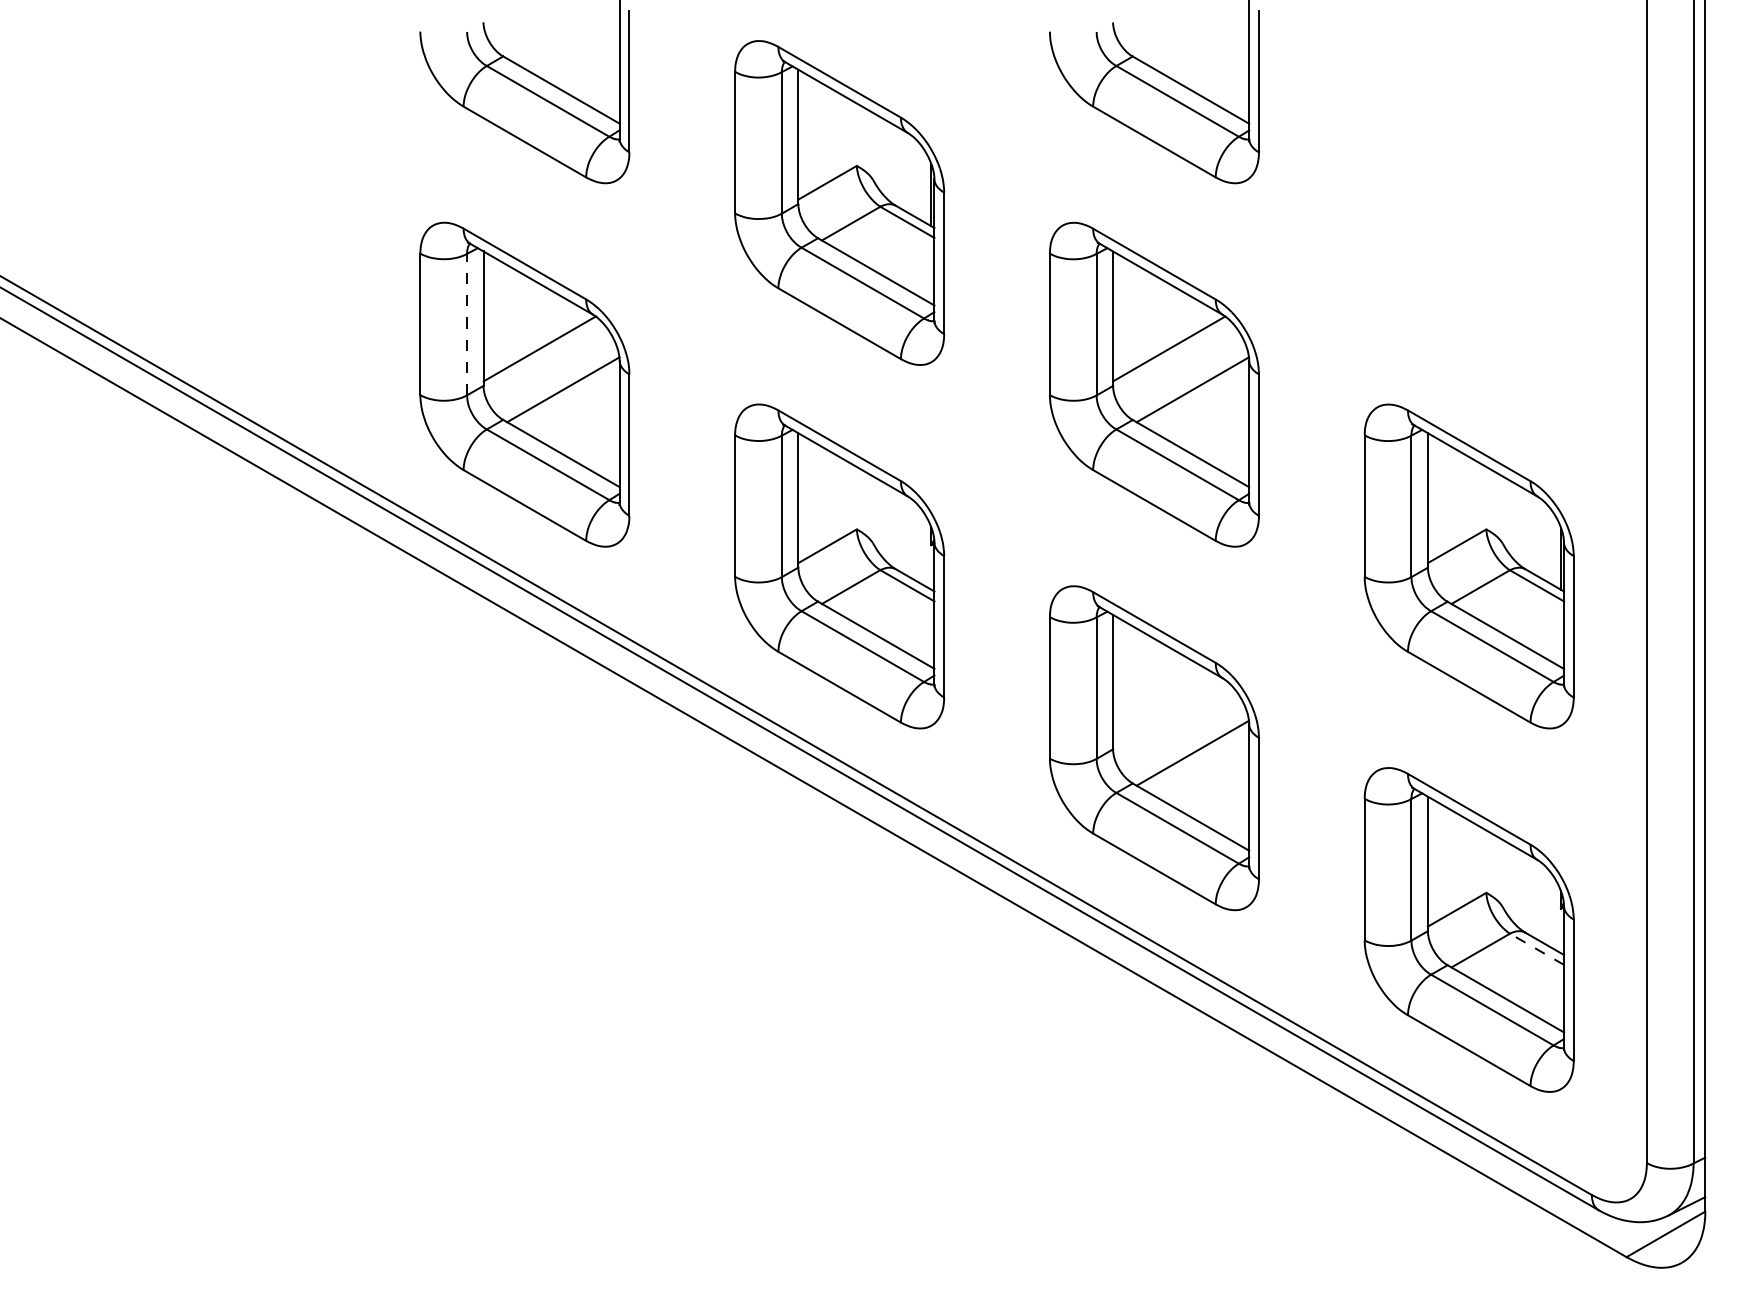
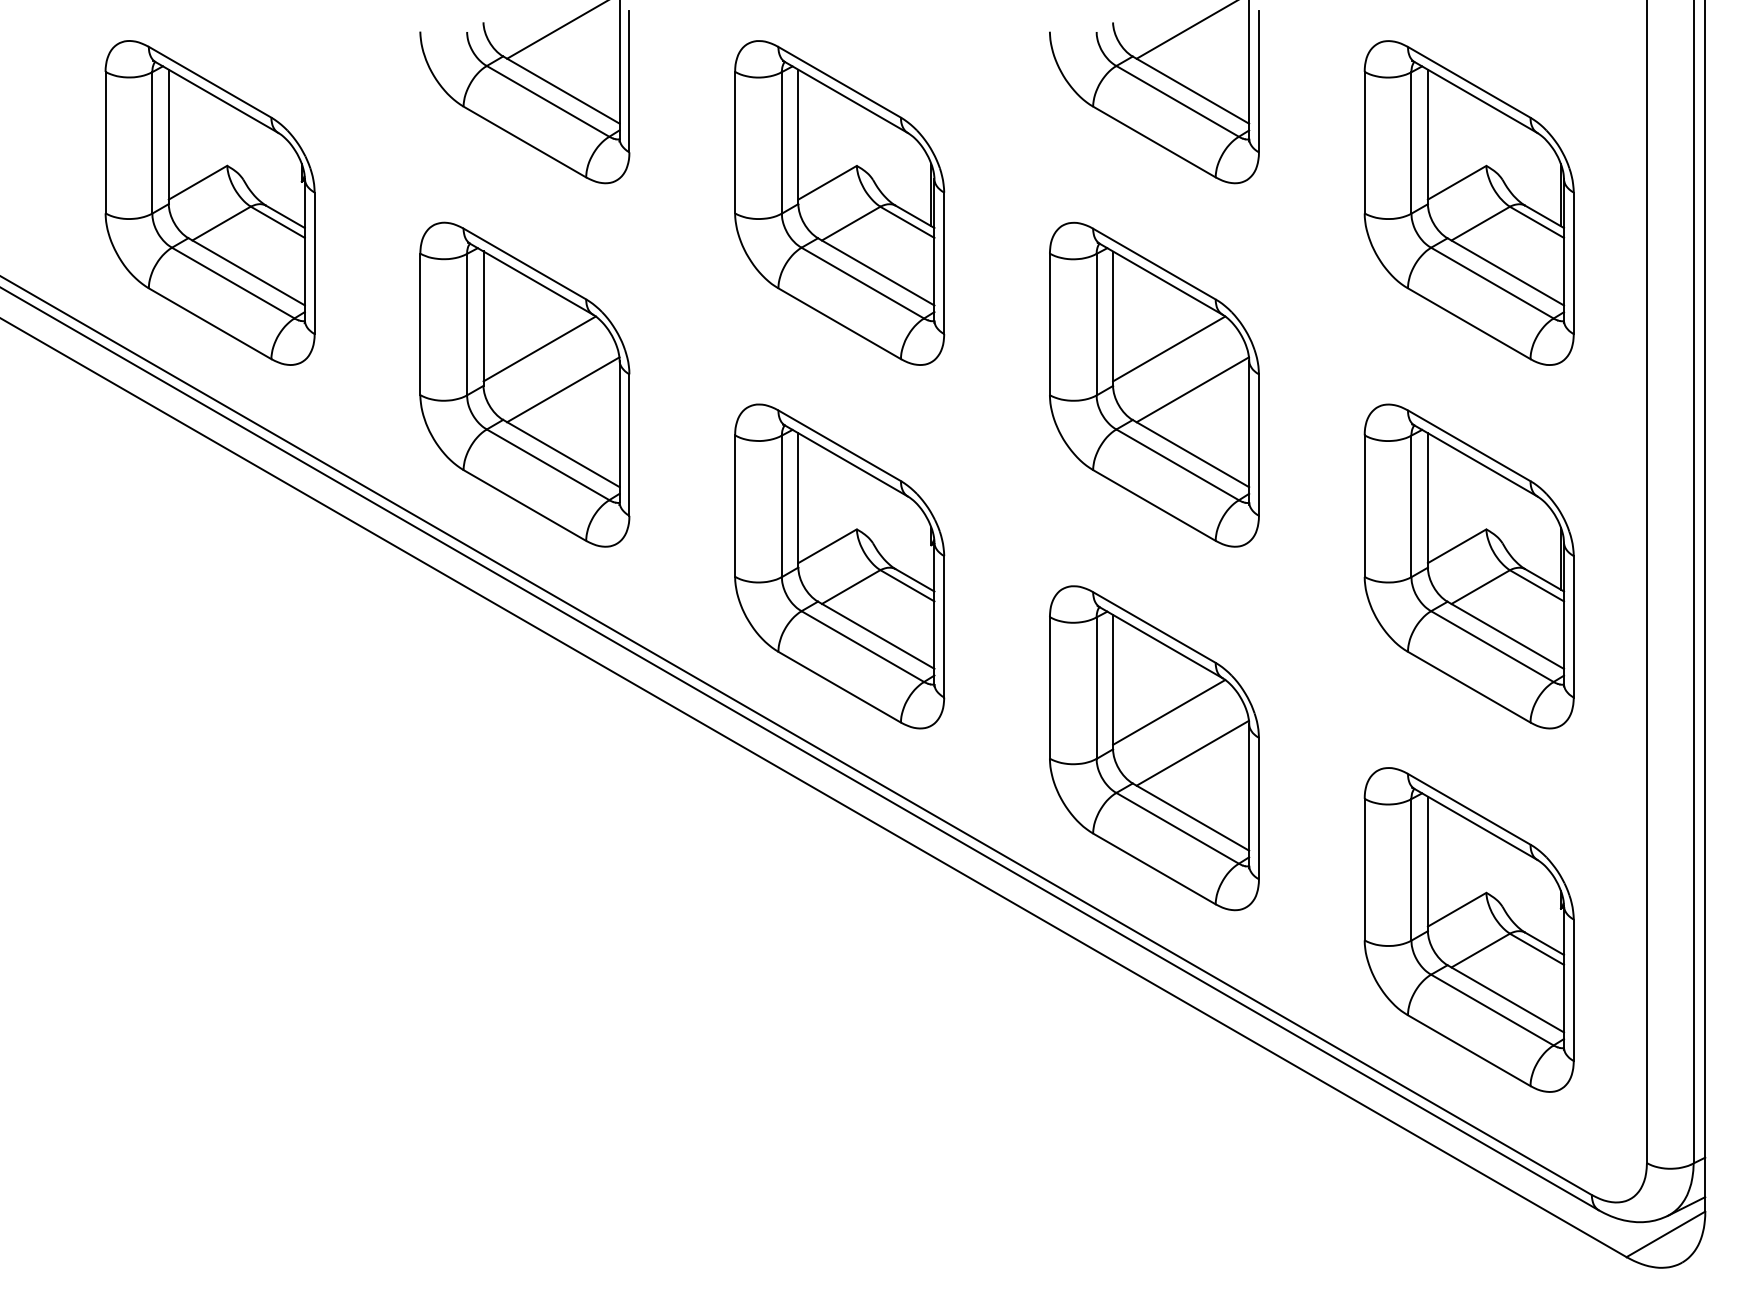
line at (555, 30): none -> present
line at (1185, 30): none -> present
part at (209, 202): none -> present
part at (1468, 202): none -> present
line at (467, 324): dashed -> solid
line at (1169, 711): none -> present
line at (1536, 949): dashed -> solid
